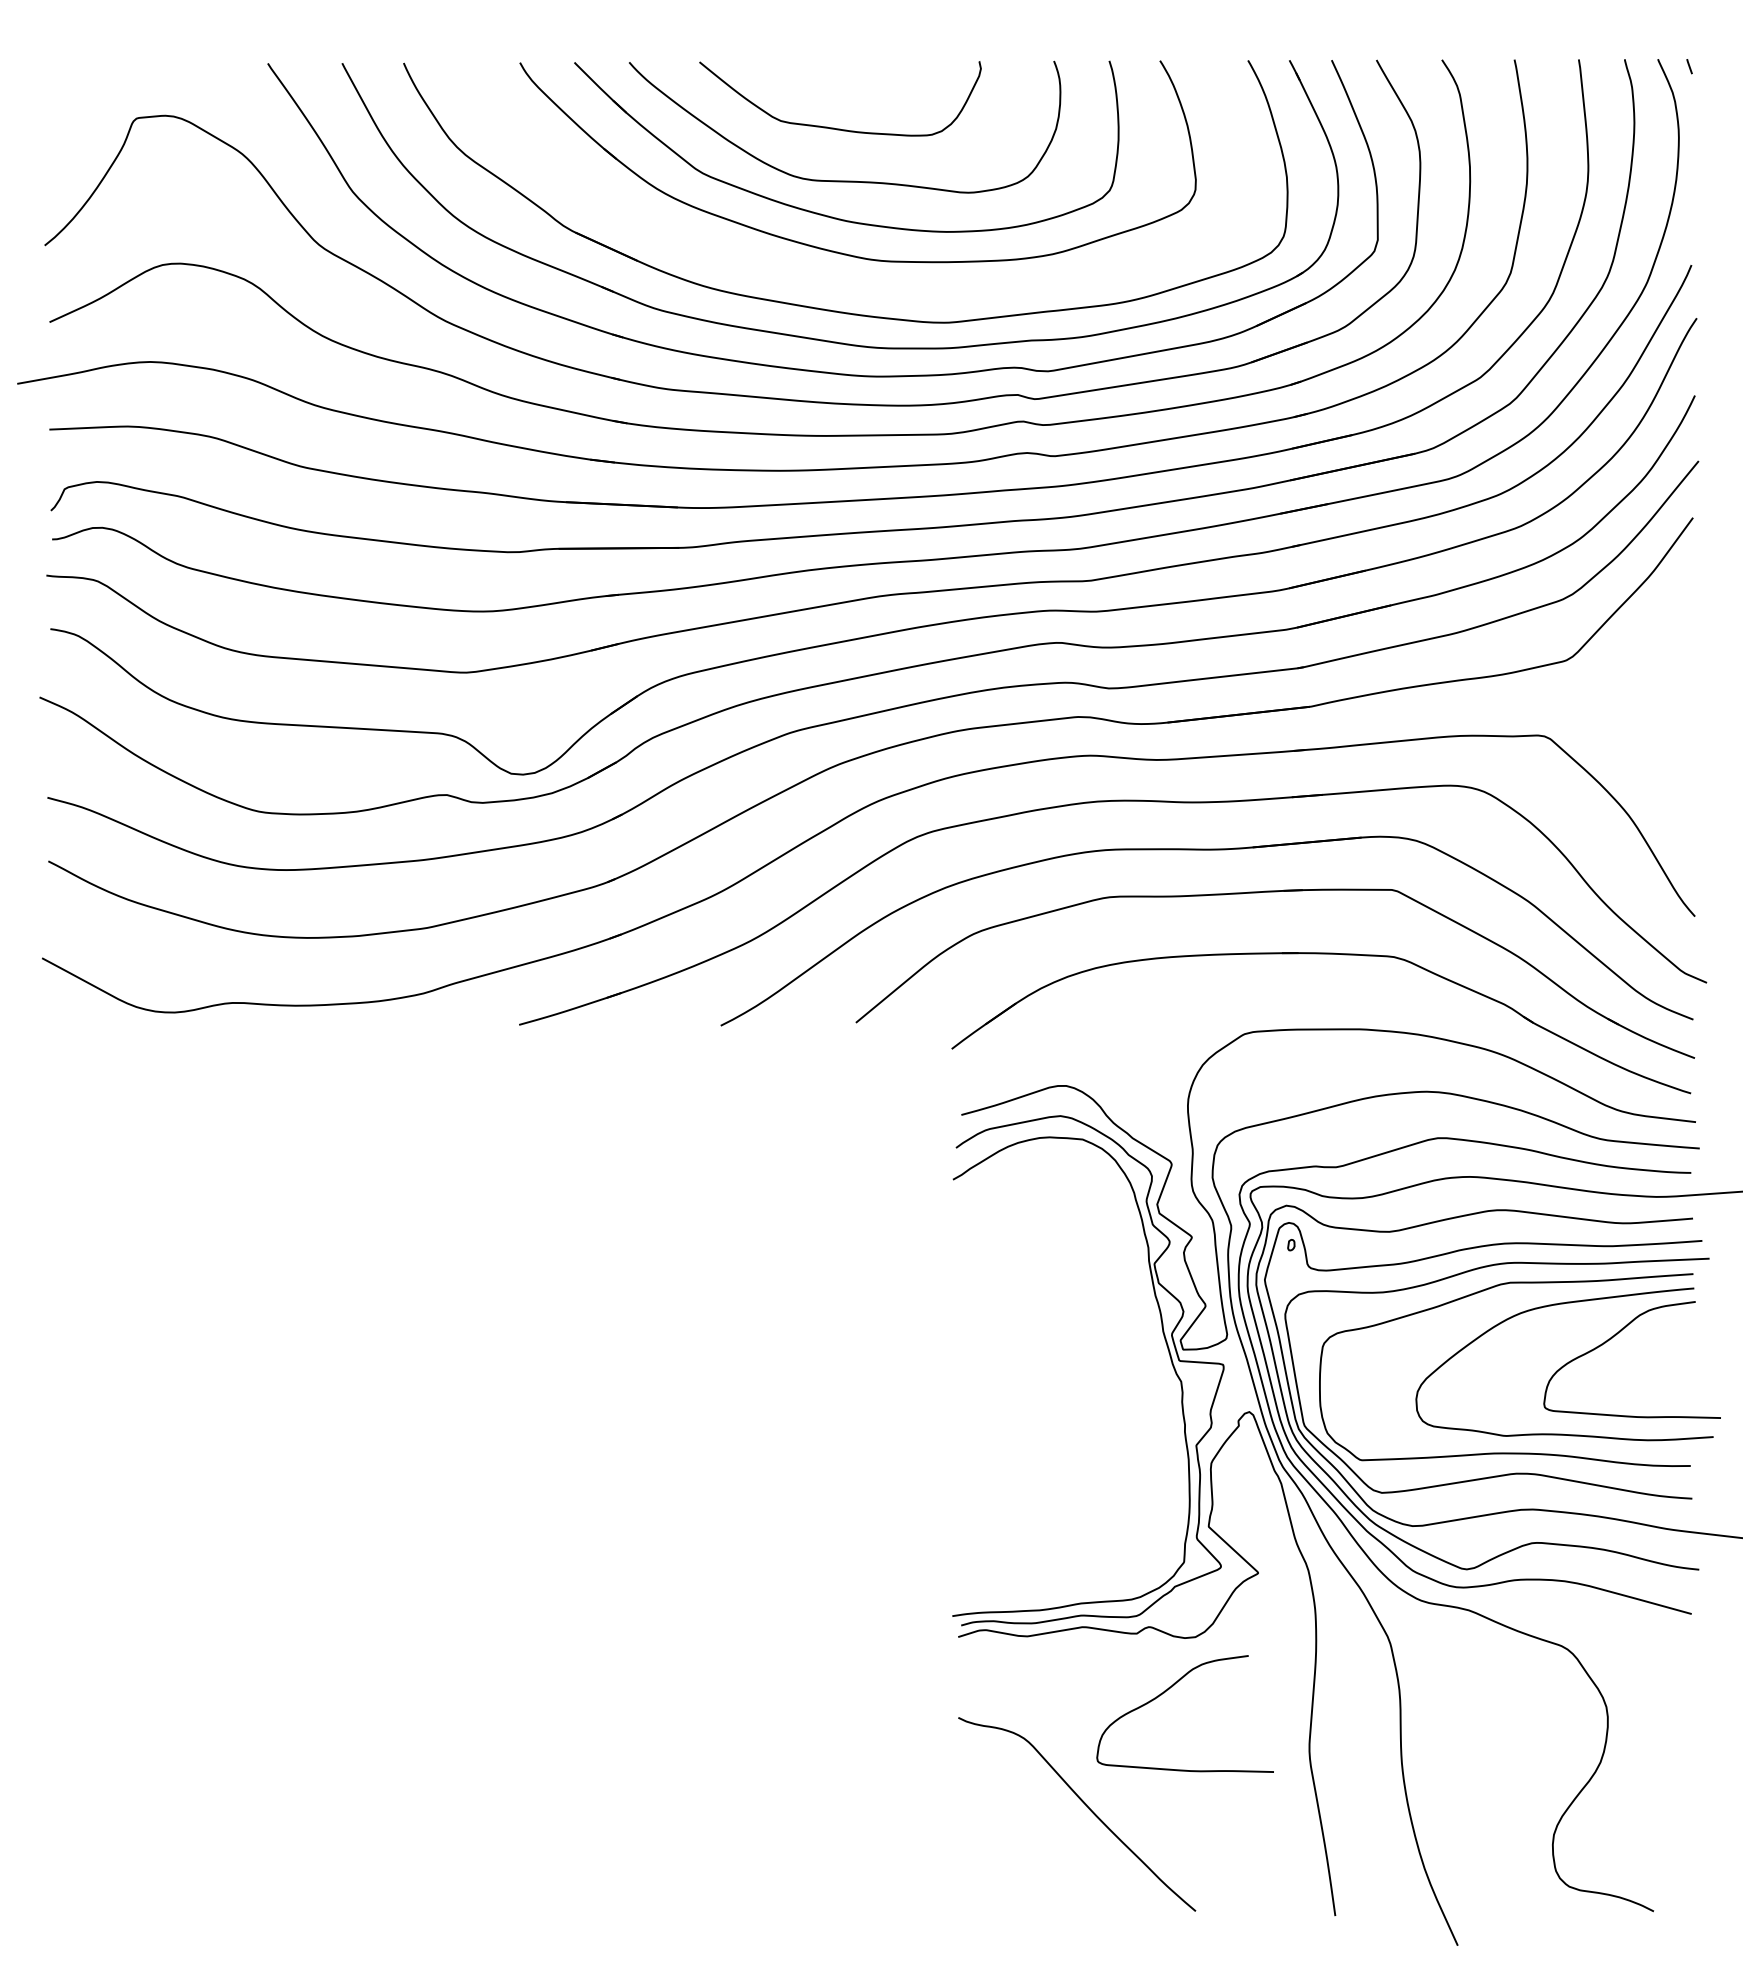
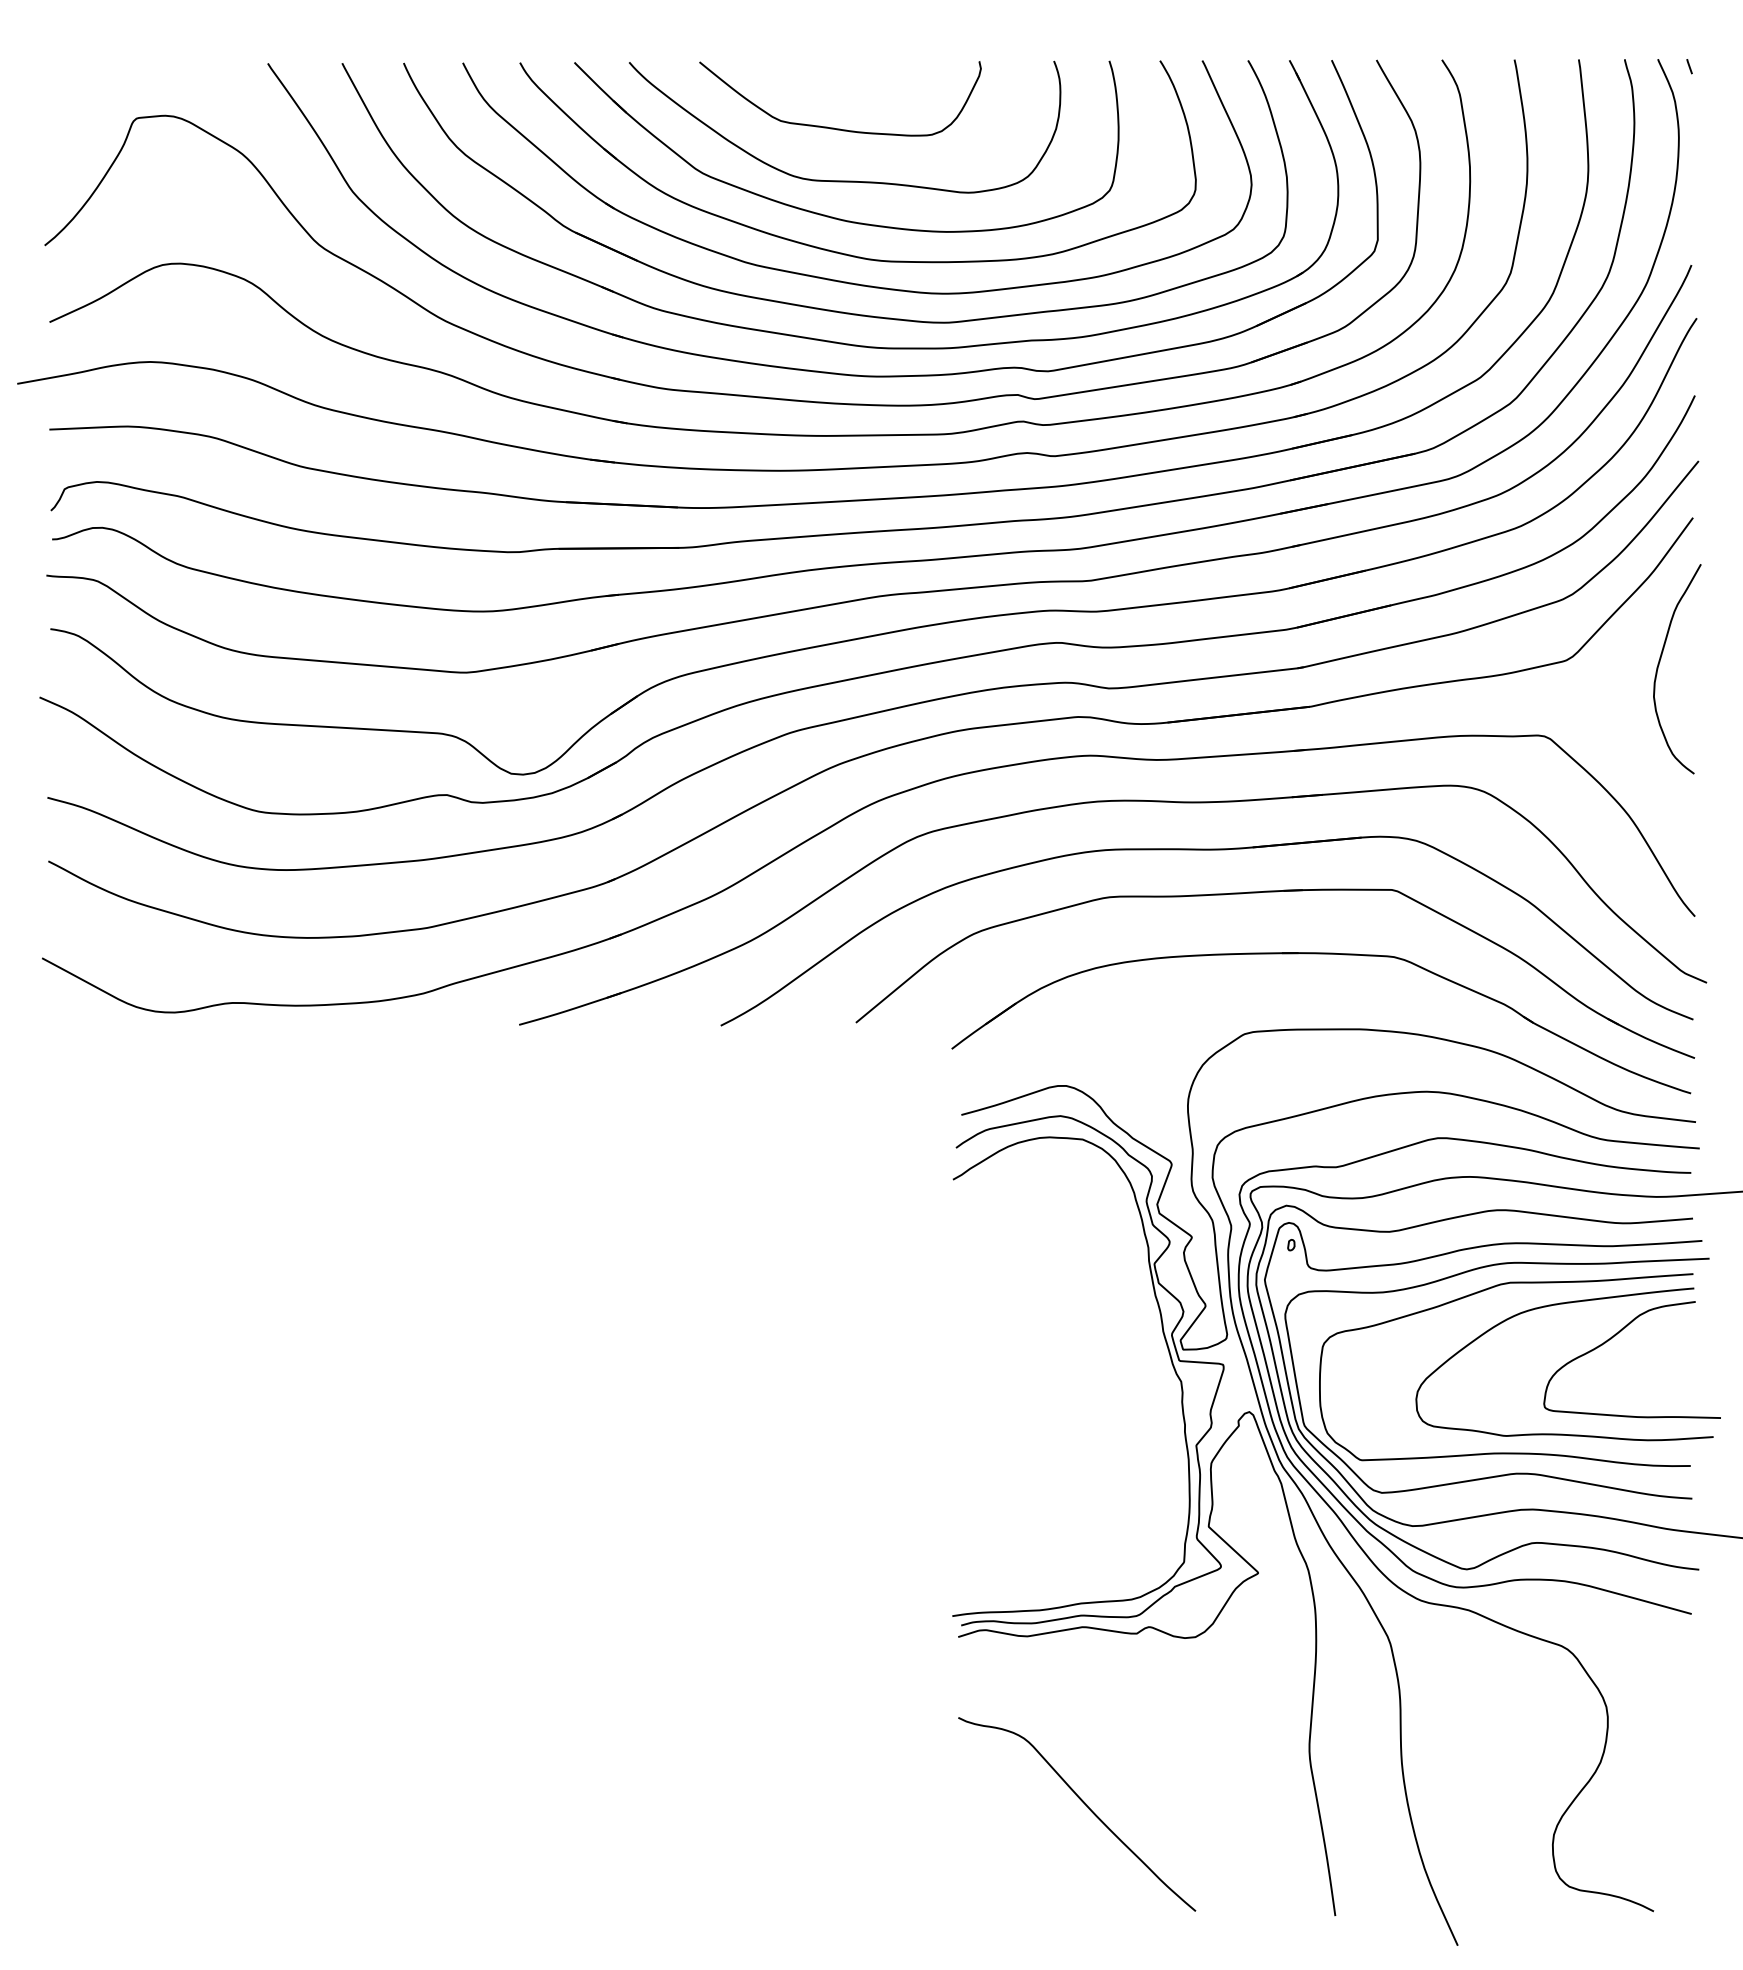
part at (841, 280): none -> present
curve at (1660, 662): none -> present
curve at (1168, 1690): present -> none
